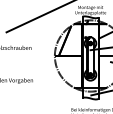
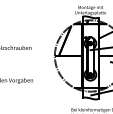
line at (38, 17): present -> none
